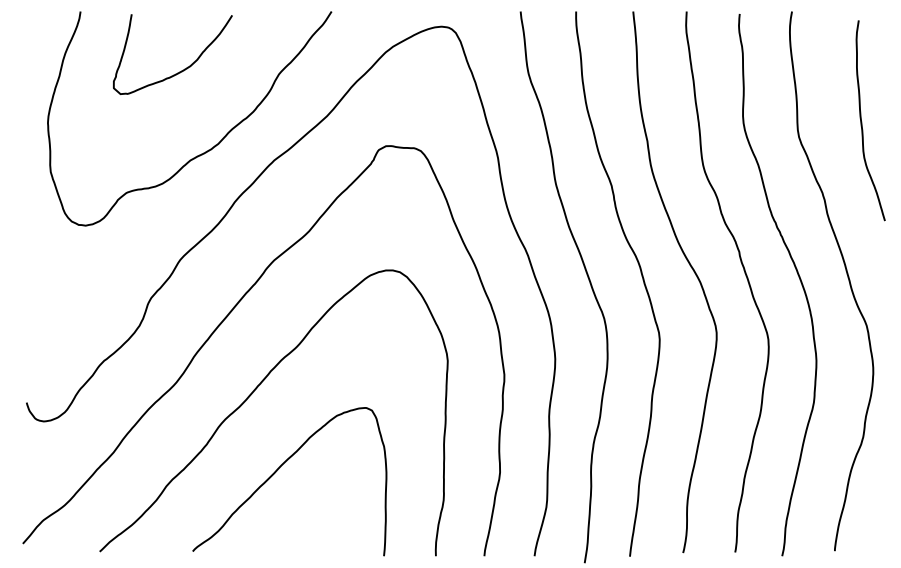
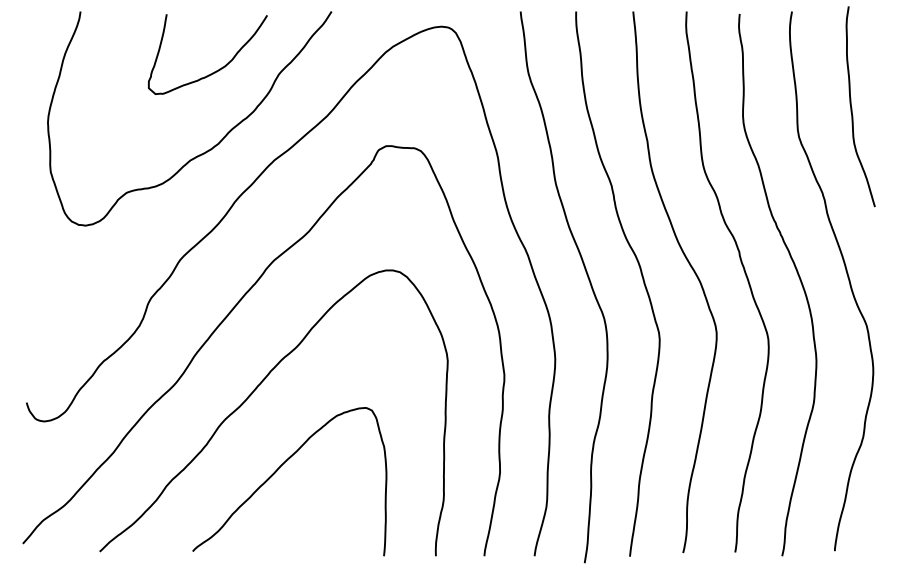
curve at (181, 70) position: (181, 70) -> (216, 70)
curve at (862, 121) position: (862, 121) -> (852, 107)
